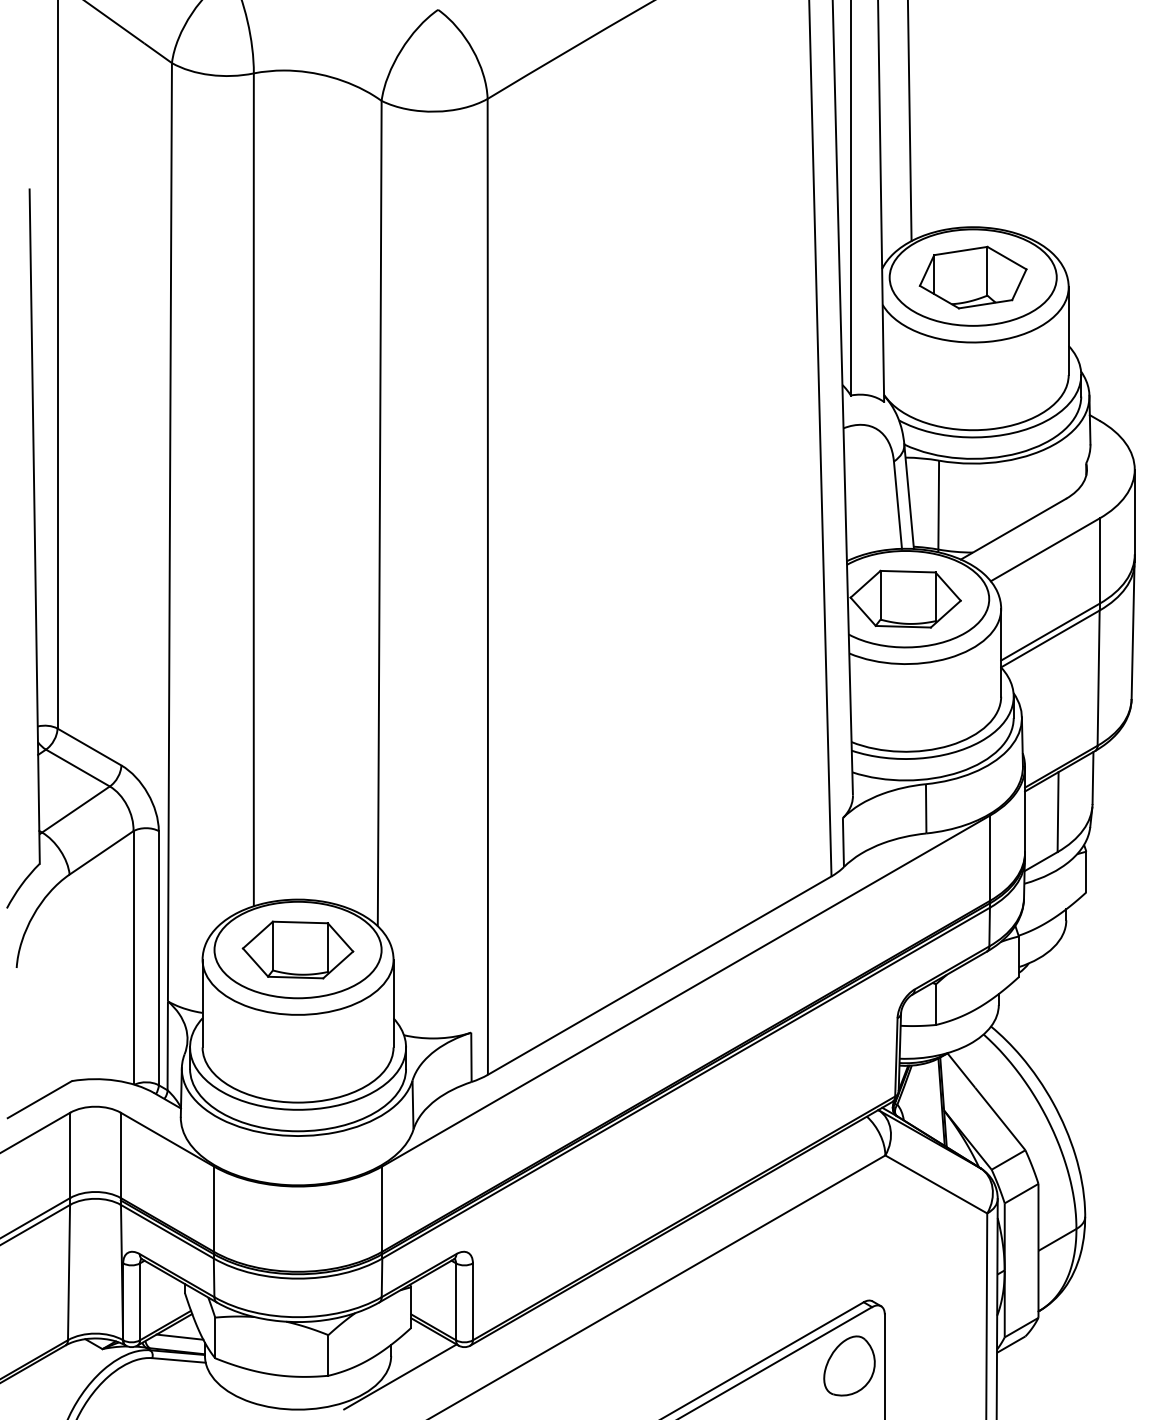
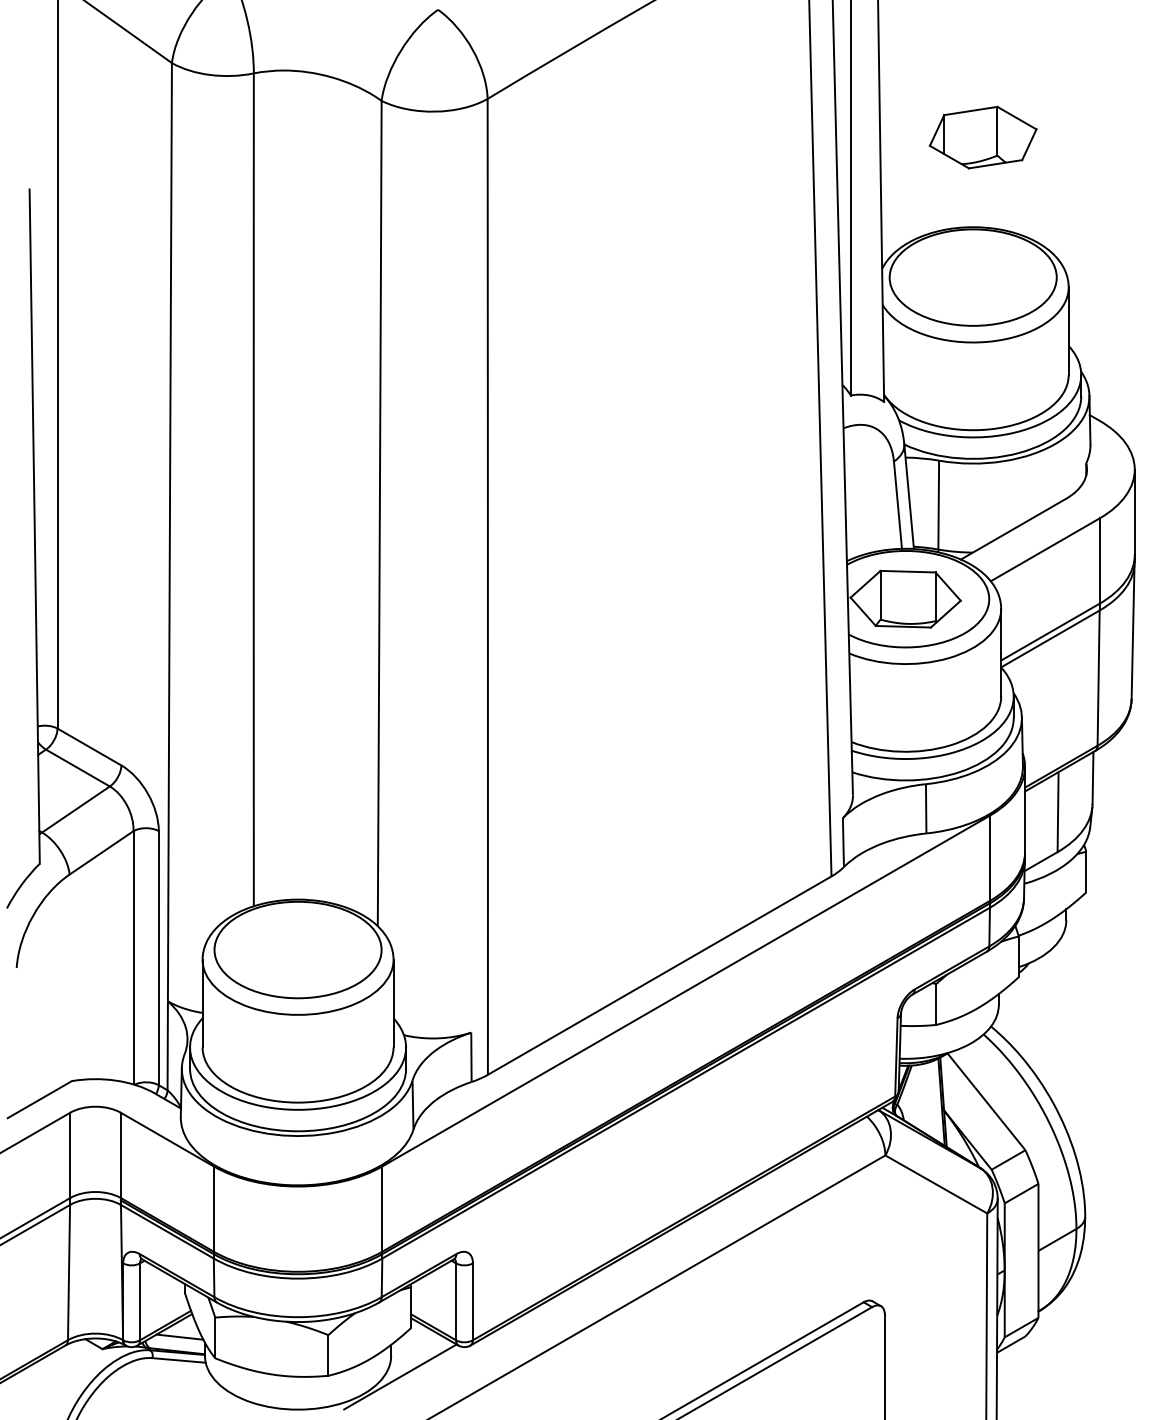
line at (909, 121): present -> none
part at (972, 277) position: (972, 277) -> (982, 137)
part at (297, 949): present -> none
part at (849, 1365): present -> none
